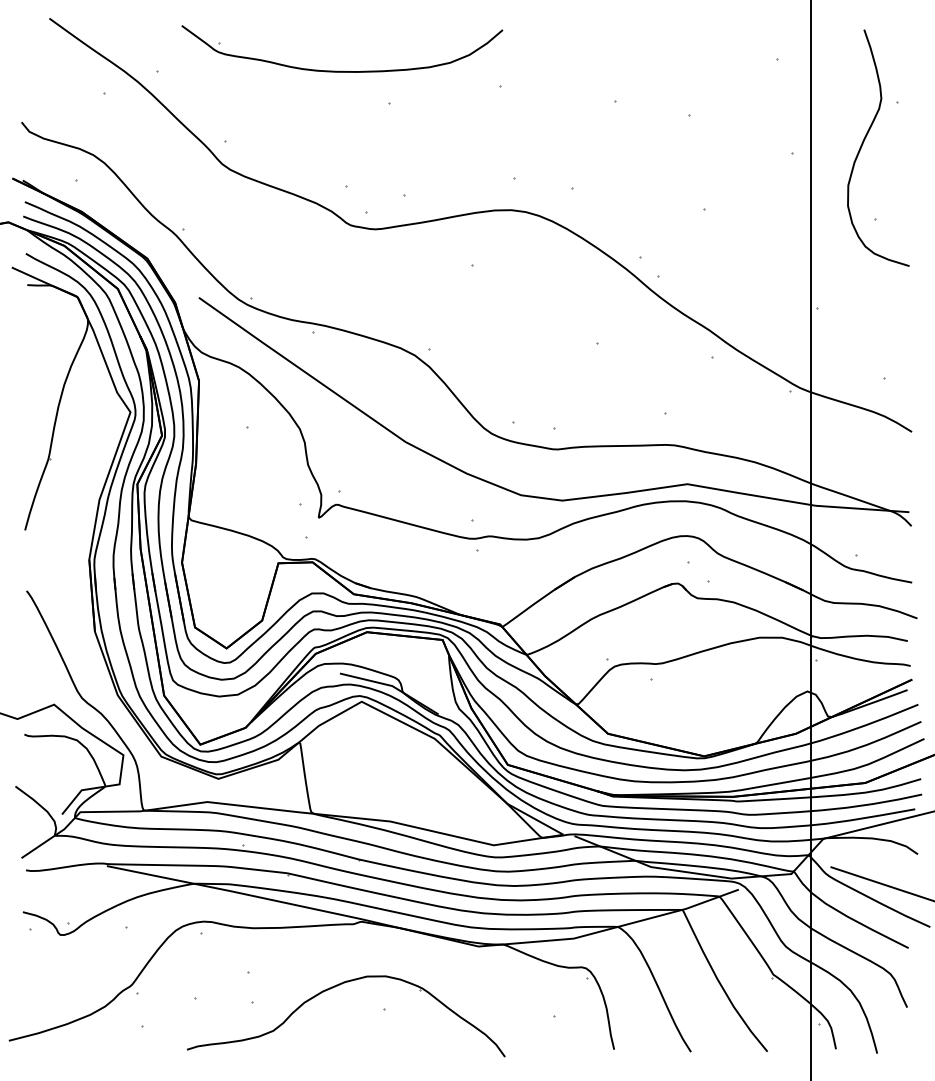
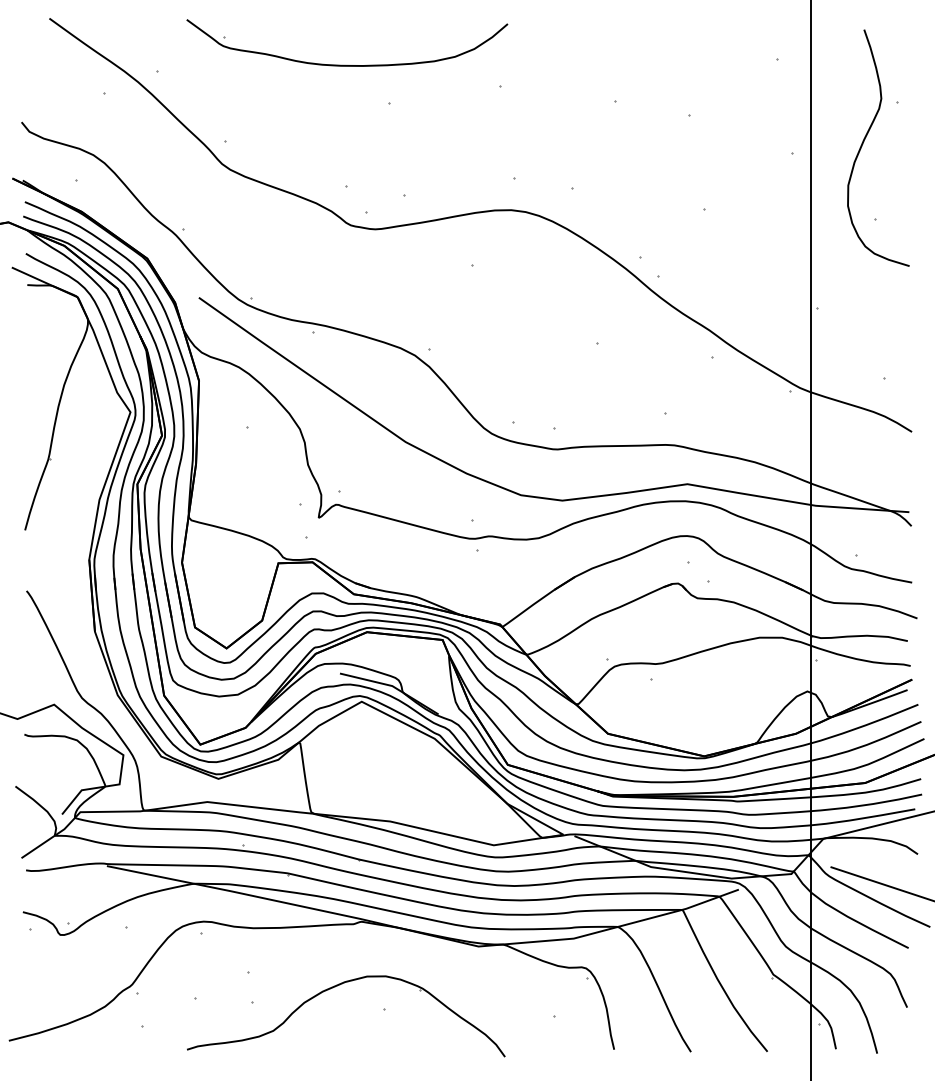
part at (340, 70) position: (340, 70) -> (345, 64)
